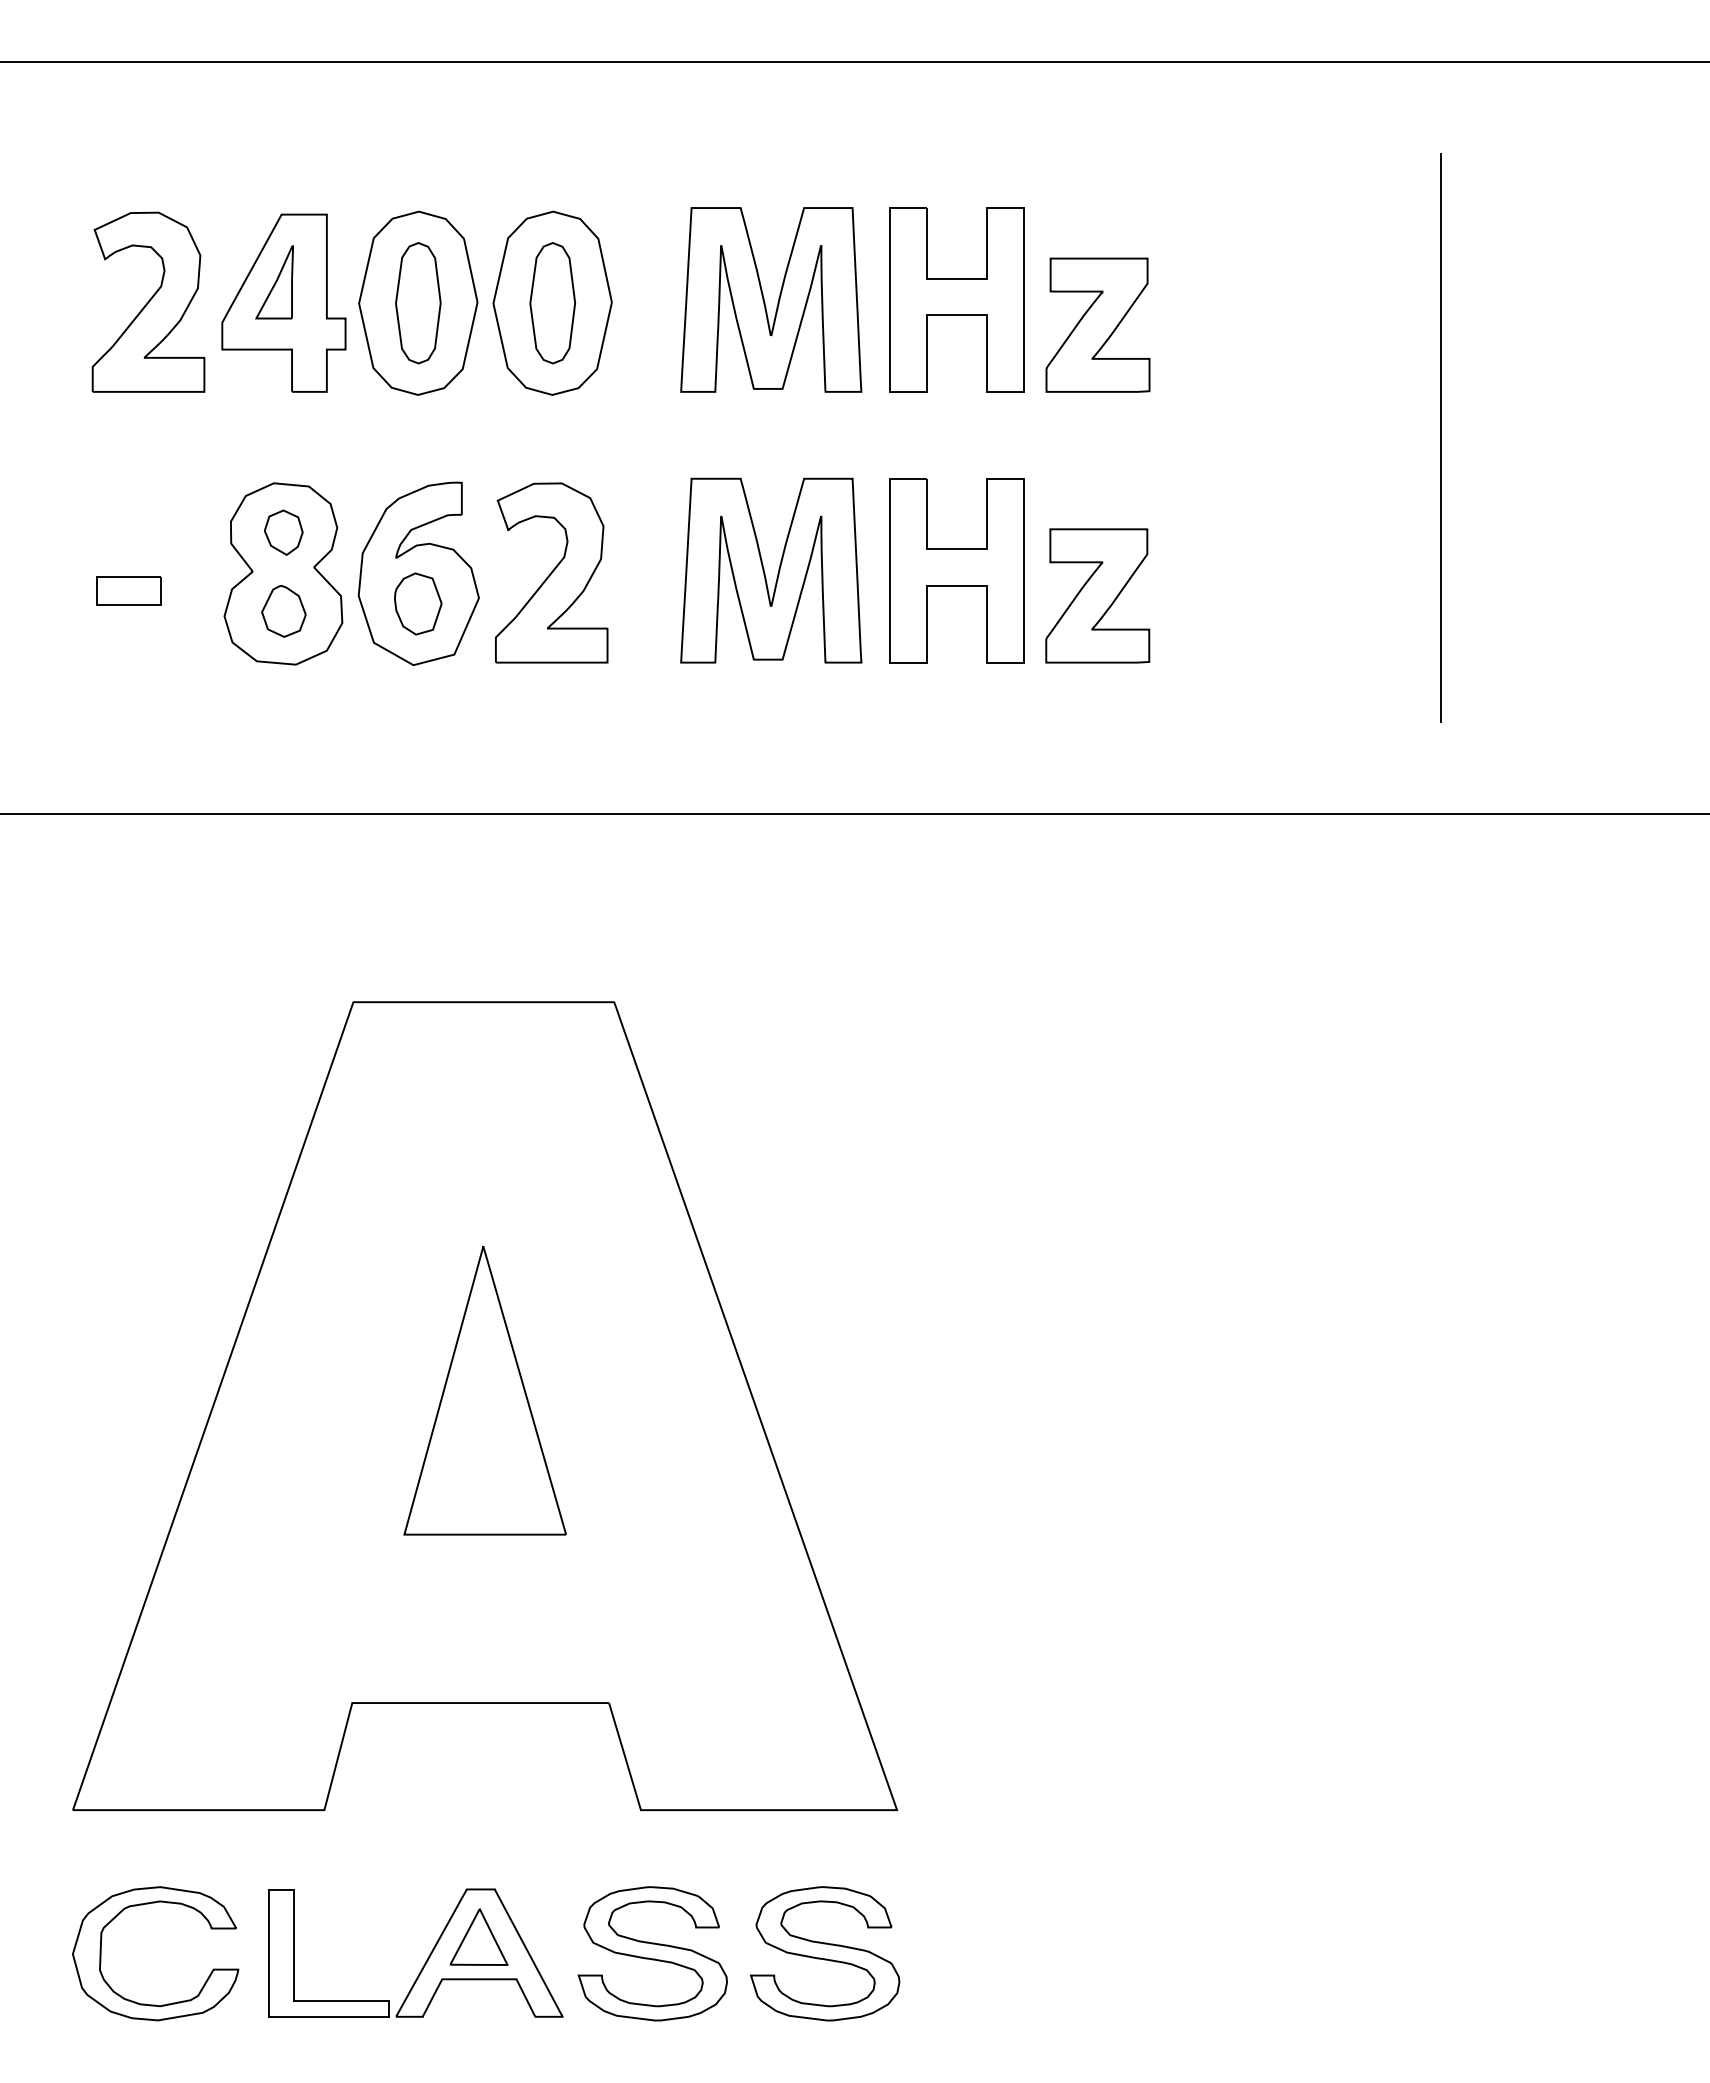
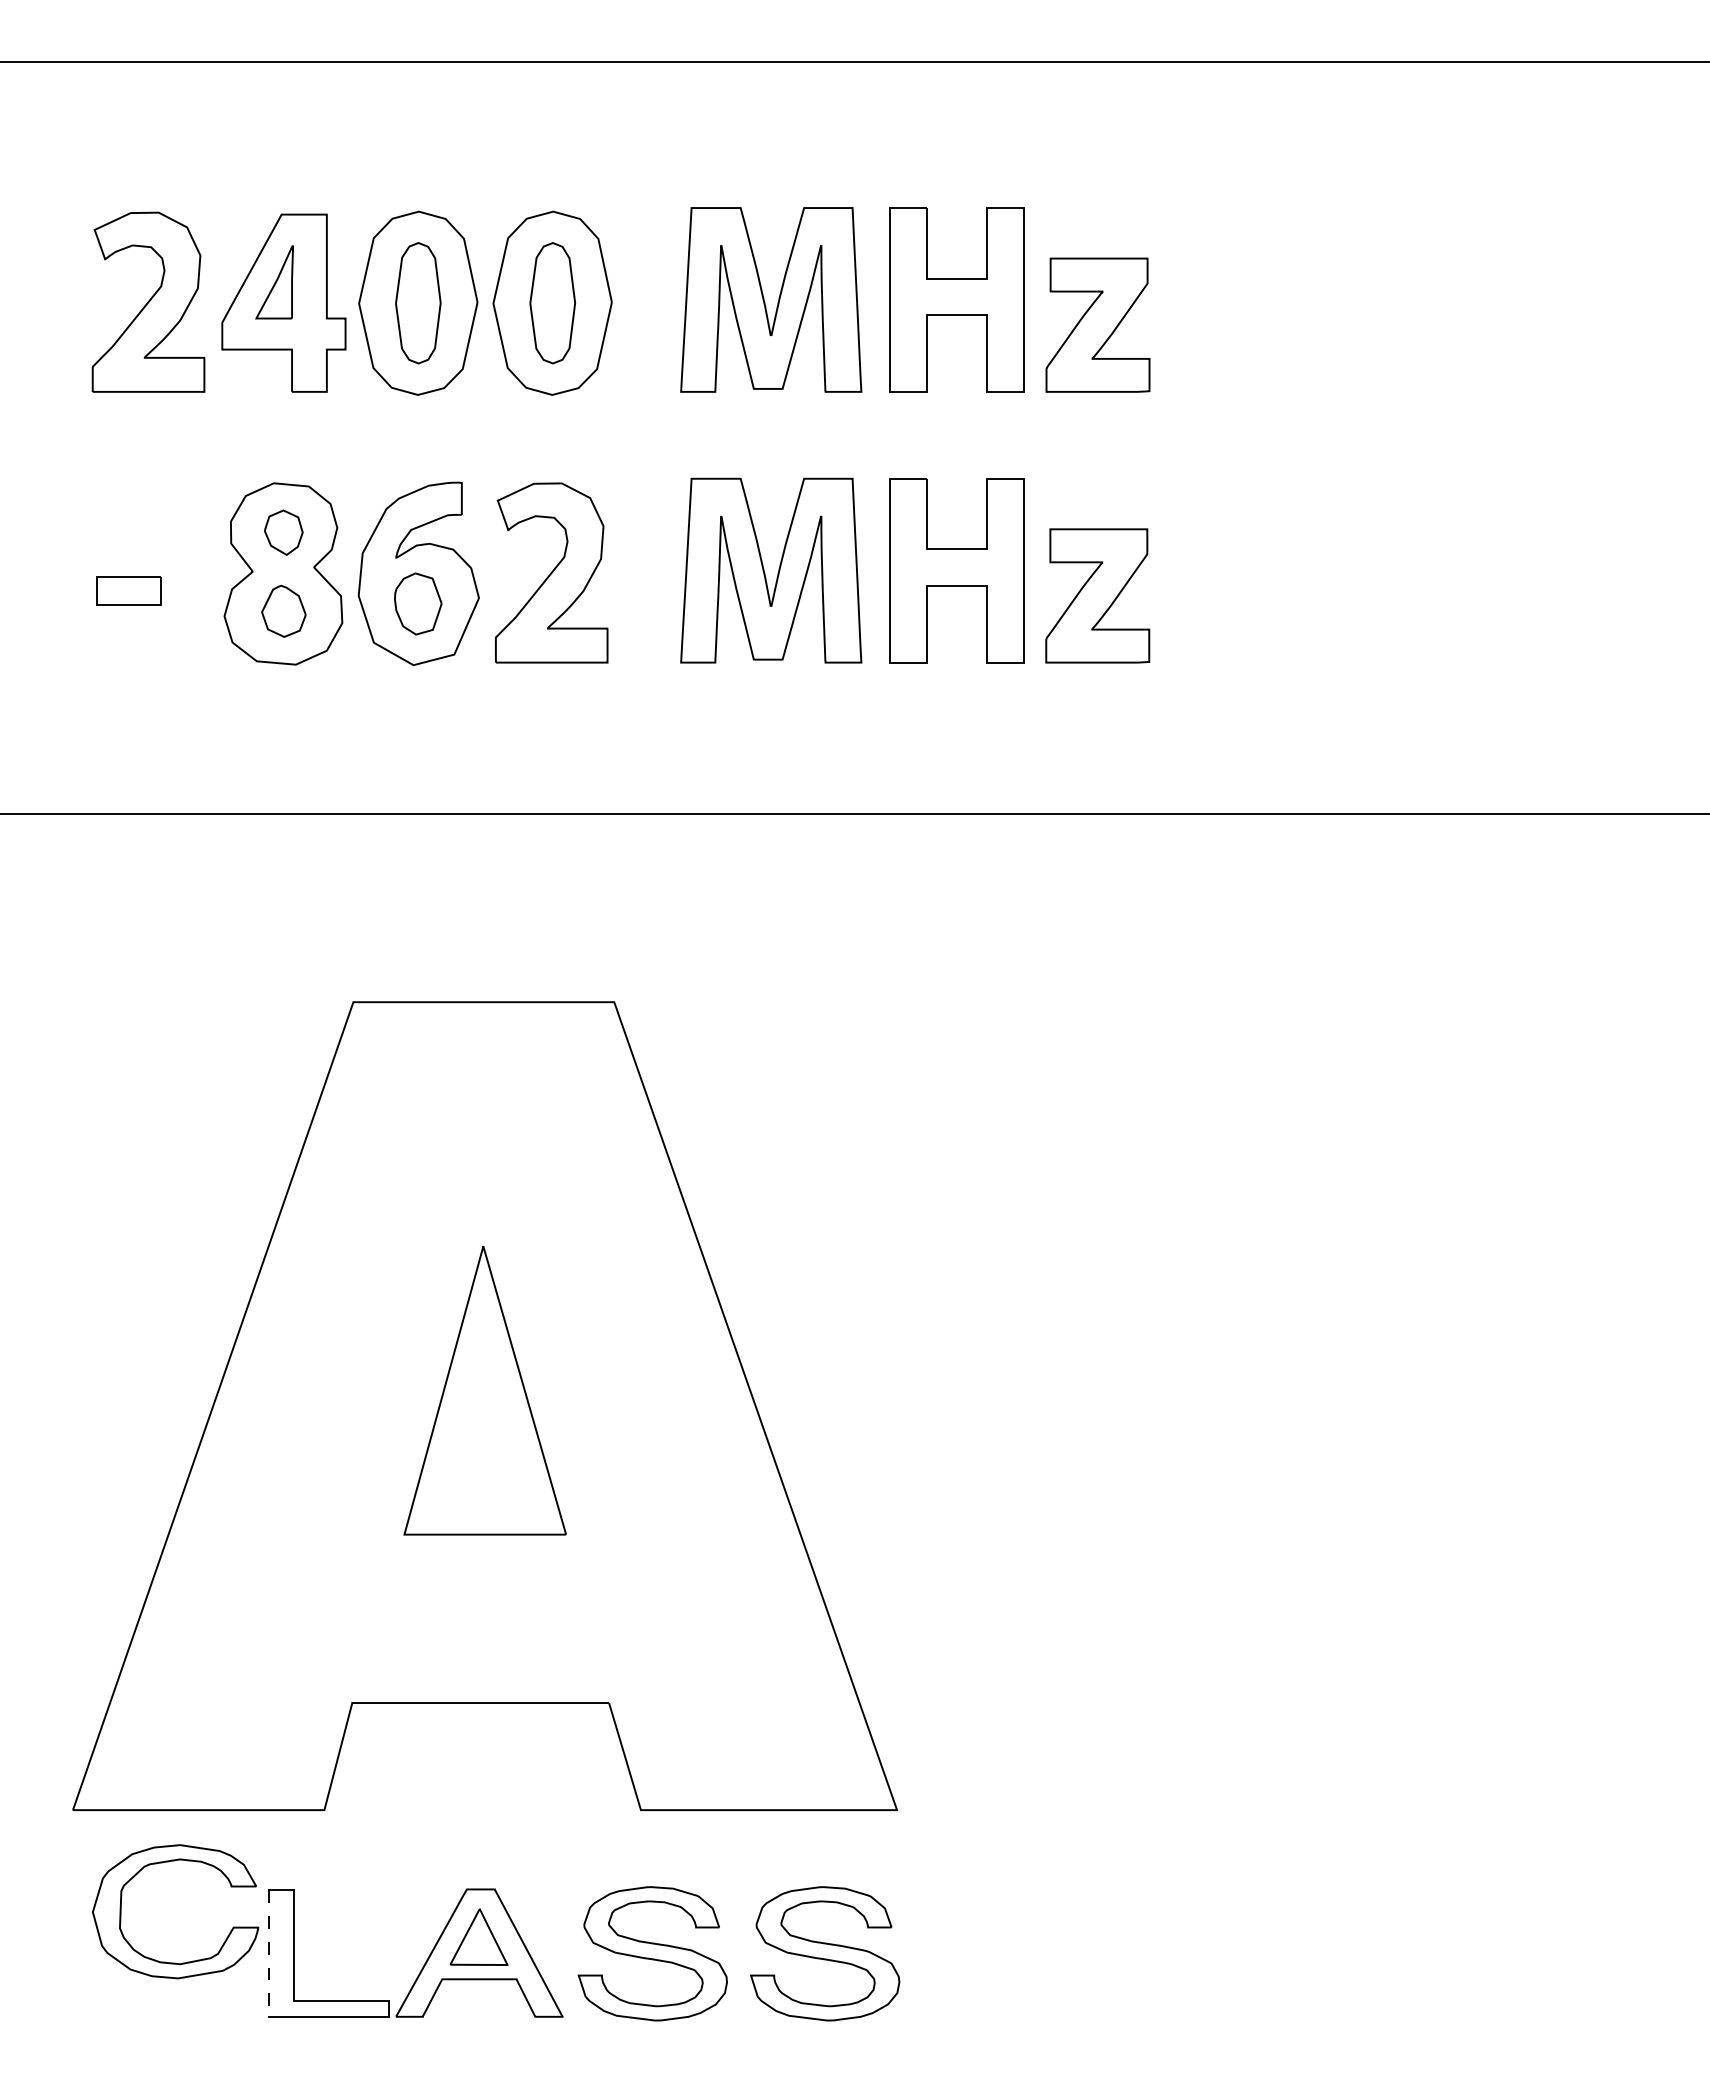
line at (1441, 437): present -> none
part at (148, 1904) position: (148, 1904) -> (168, 1862)
line at (269, 1953): solid -> dashed
